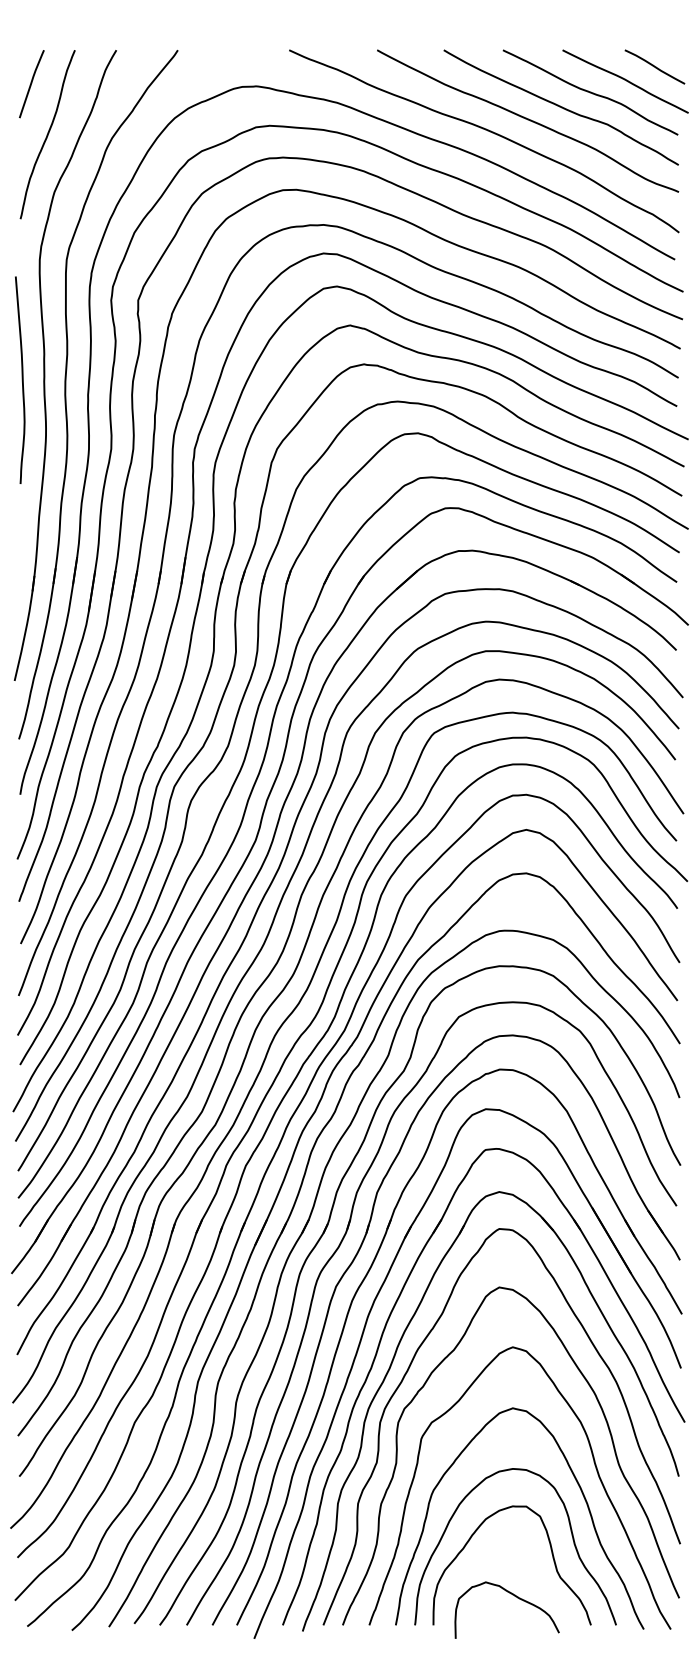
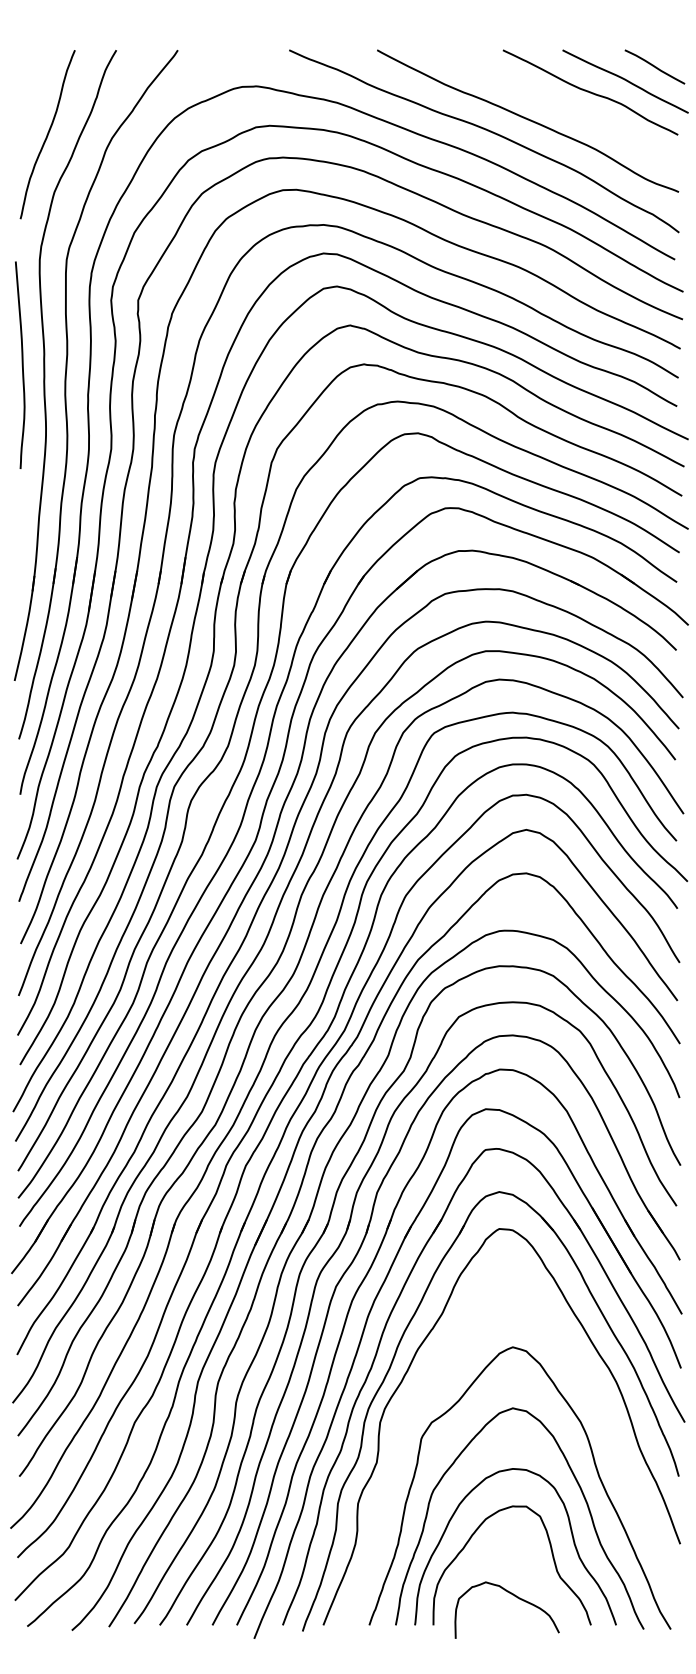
curve at (31, 84): present -> none
curve at (560, 107): present -> none
curve at (21, 379) position: (21, 379) -> (21, 364)
curve at (603, 1416): present -> none
